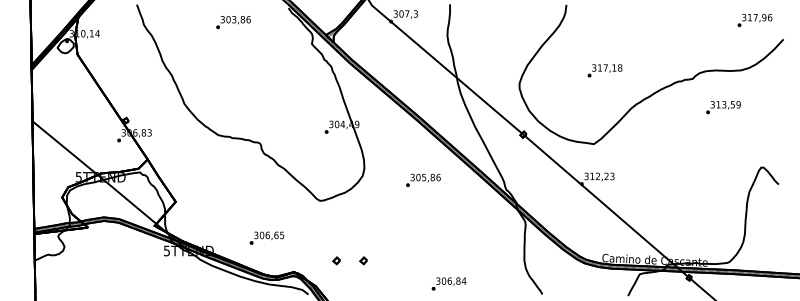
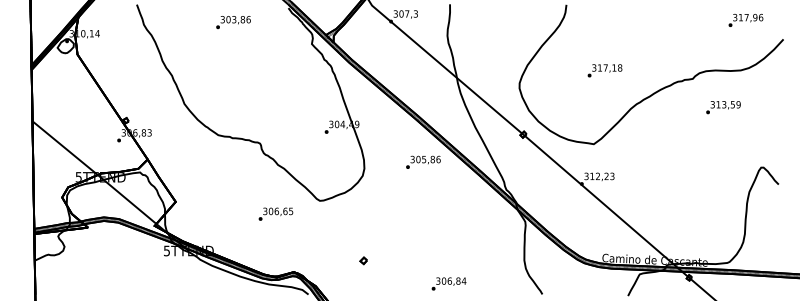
text at (754, 19) position: (754, 19) -> (745, 19)
text at (423, 179) position: (423, 179) -> (423, 161)
text at (266, 237) position: (266, 237) -> (275, 213)
part at (336, 260): present -> none
